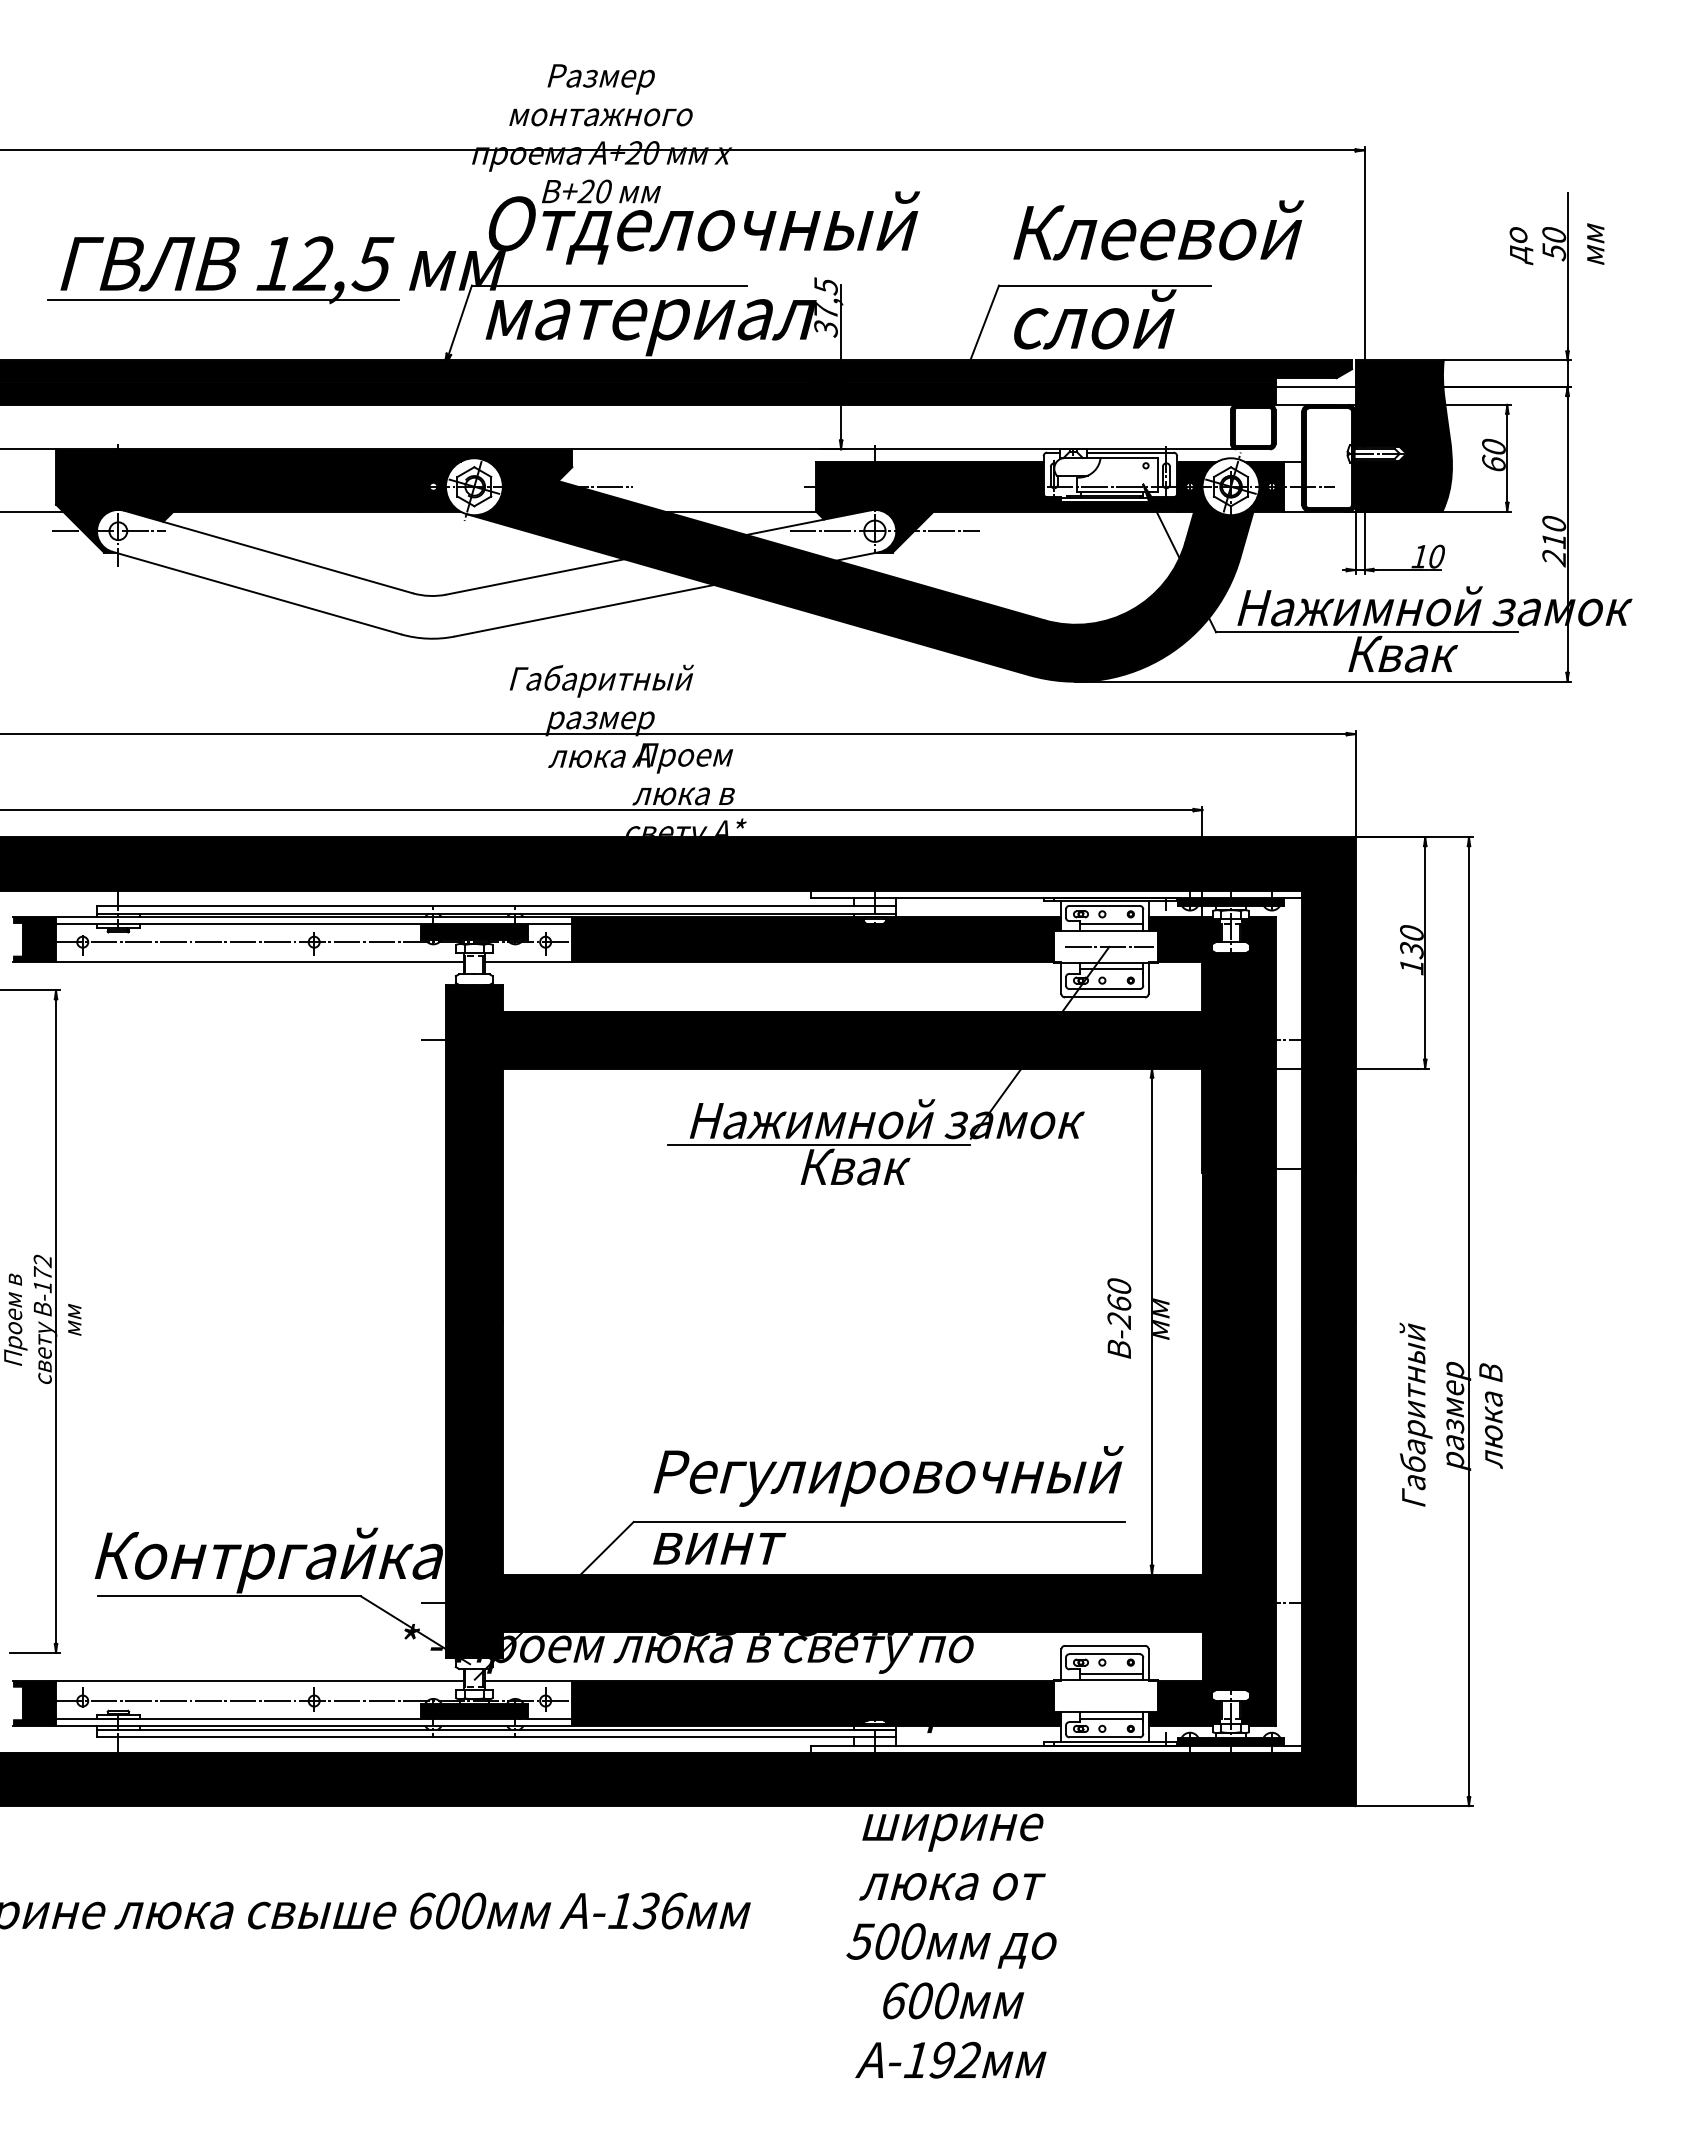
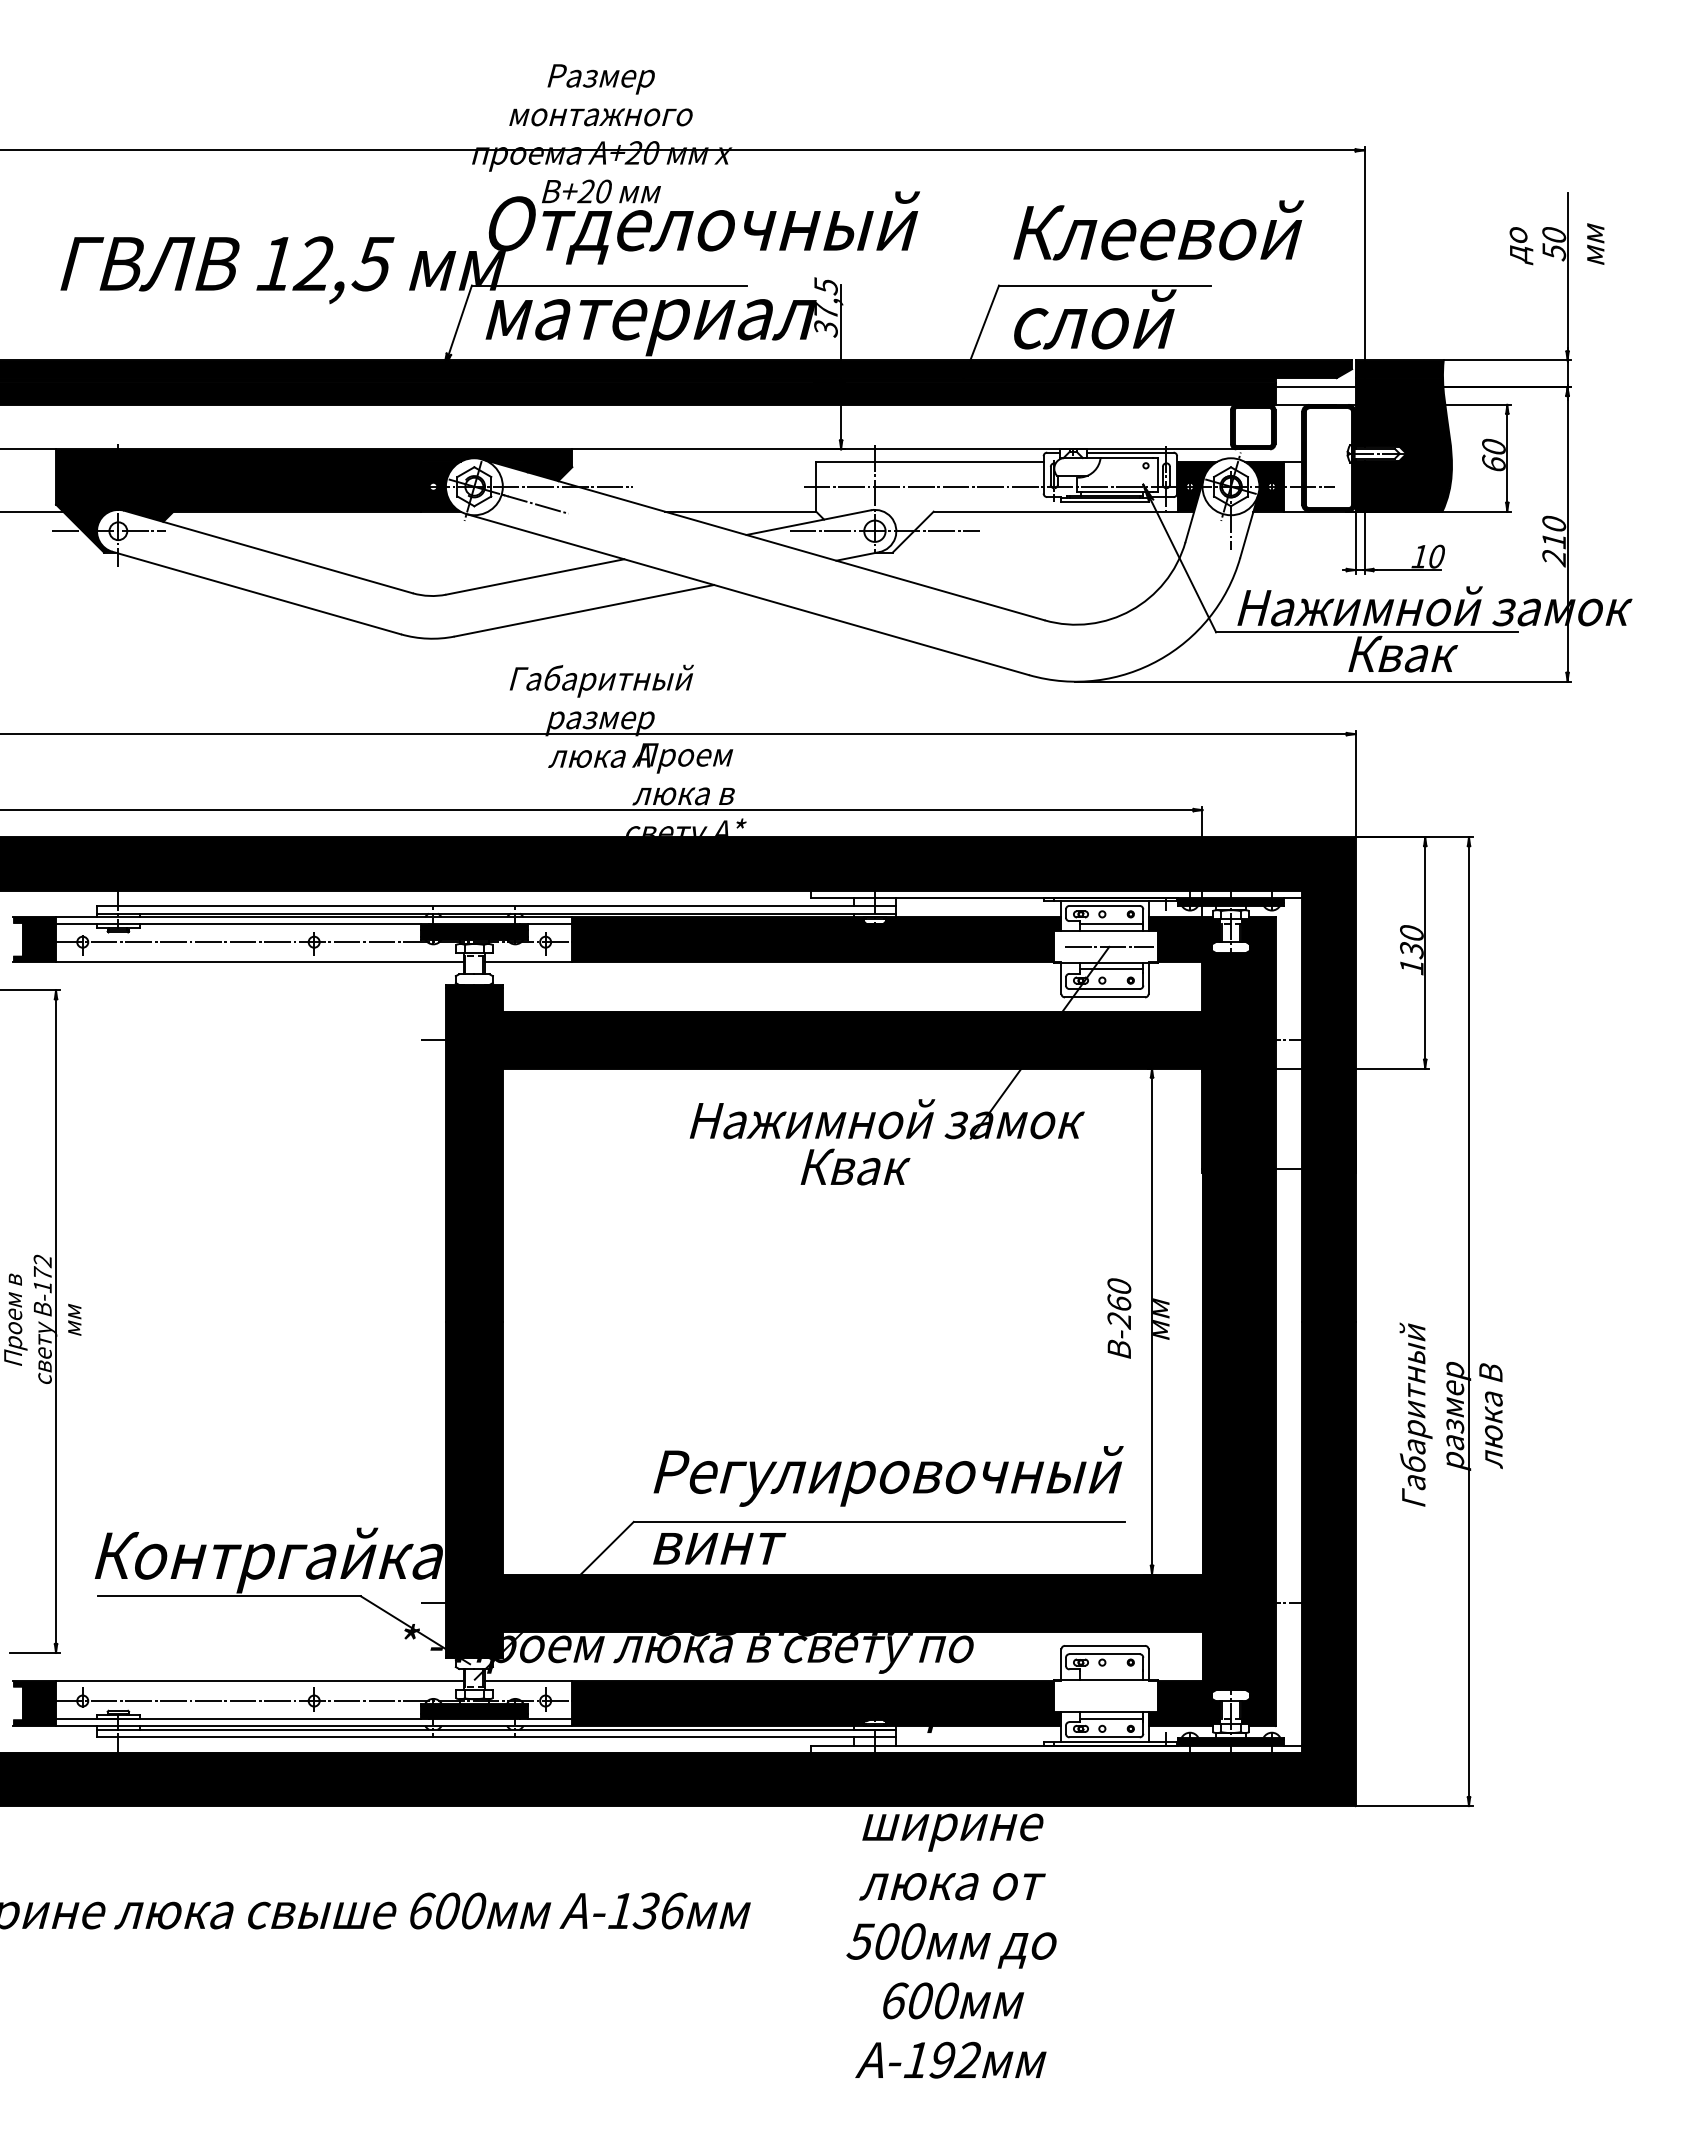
line at (223, 300): present -> none
fill at (996, 506): present -> none
fill at (862, 570): present -> none
line at (819, 1145): present -> none
line at (1111, 1674): present -> none
